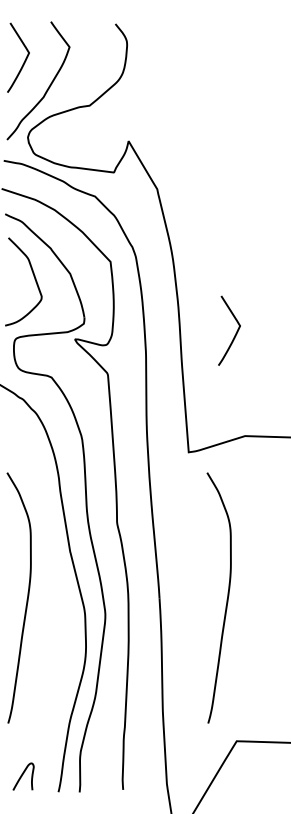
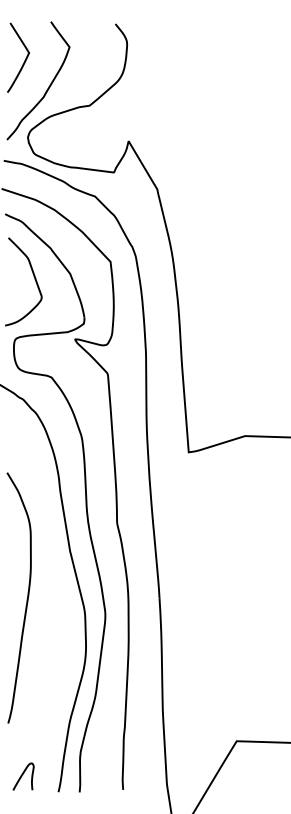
curve at (235, 333): present -> none
curve at (226, 599): present -> none
